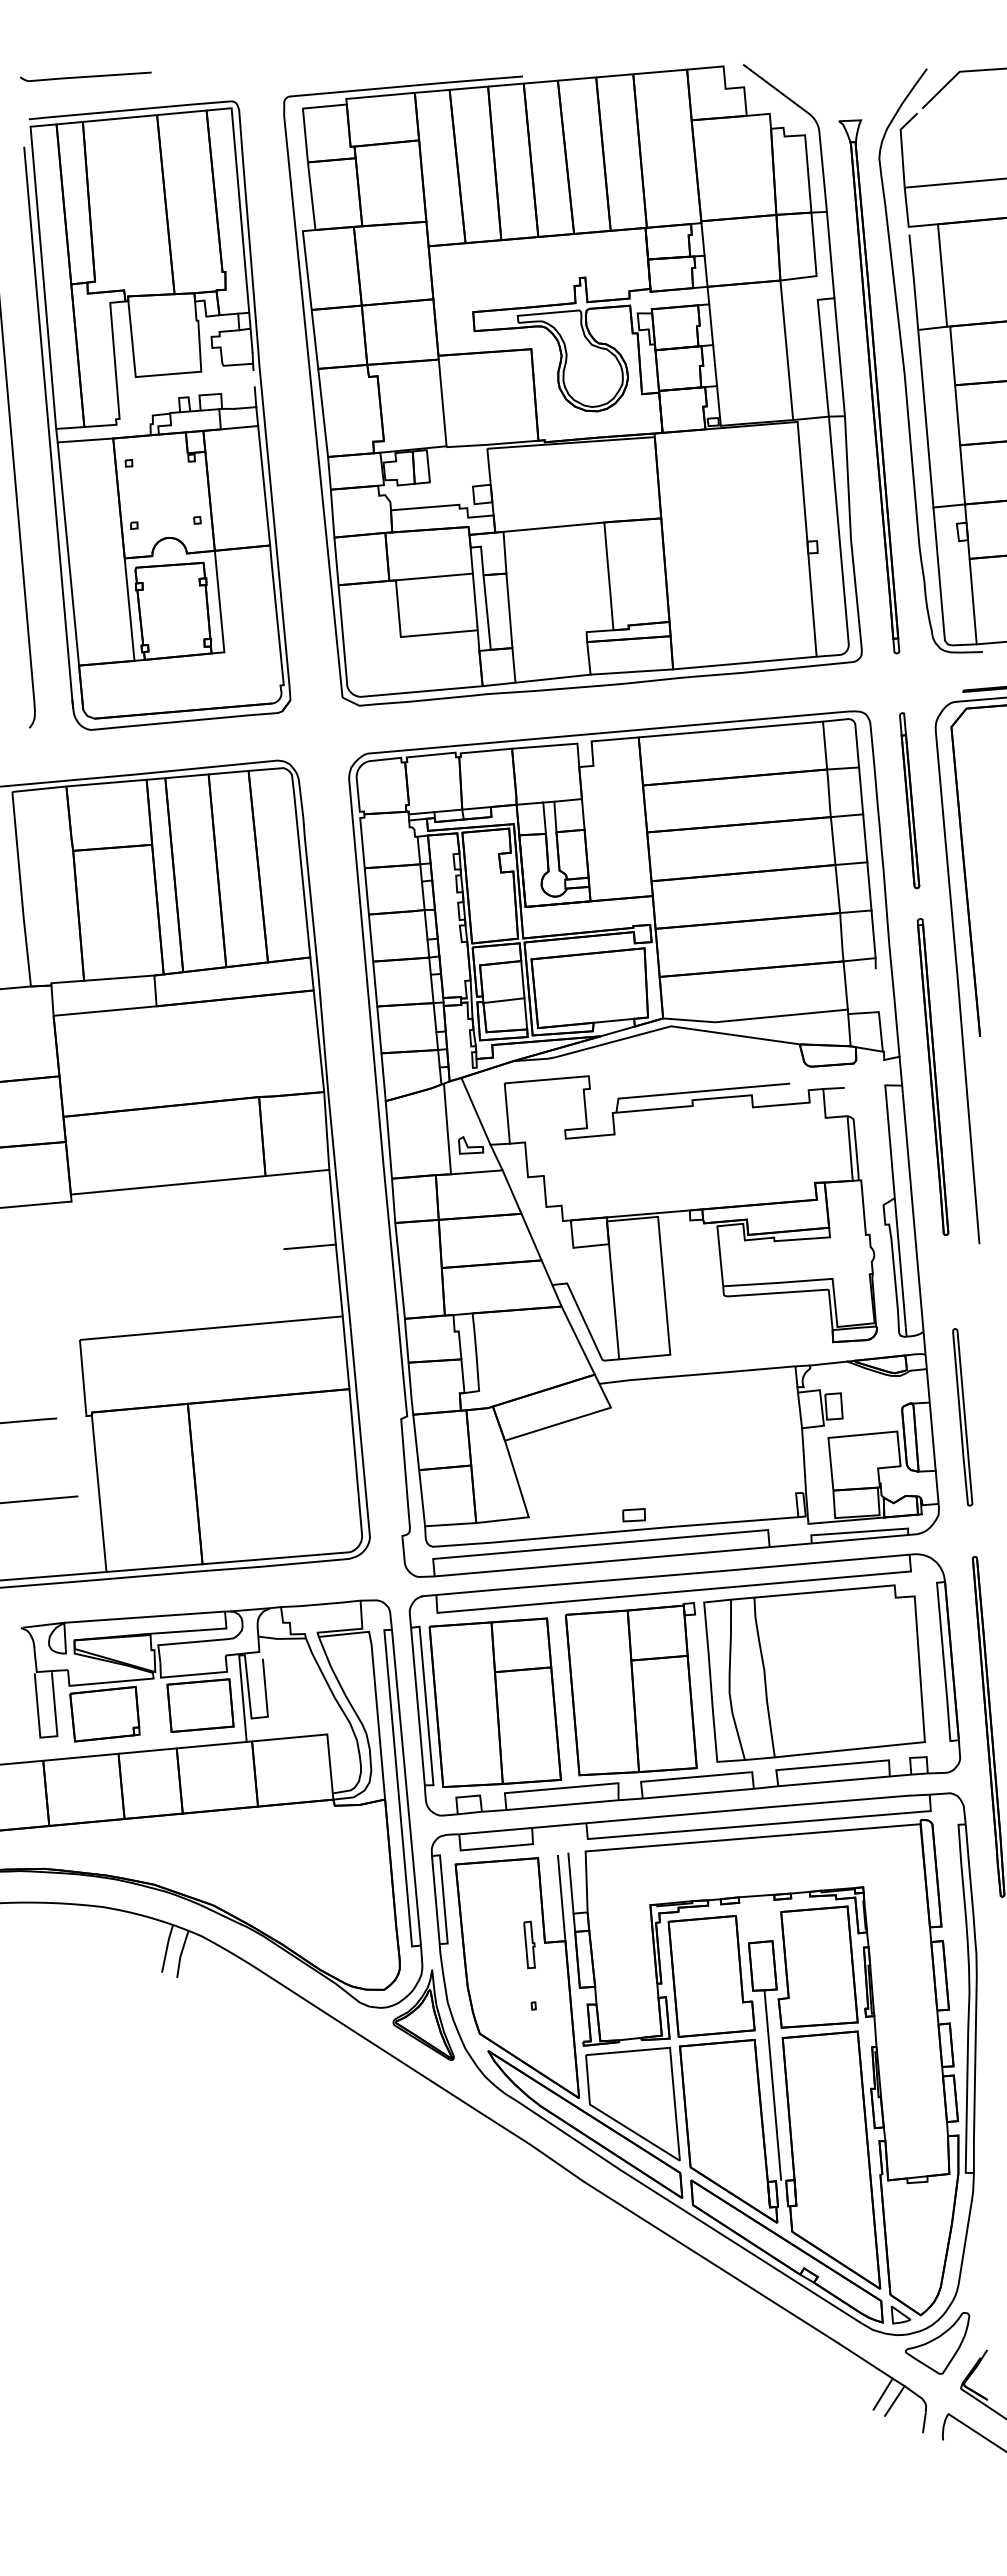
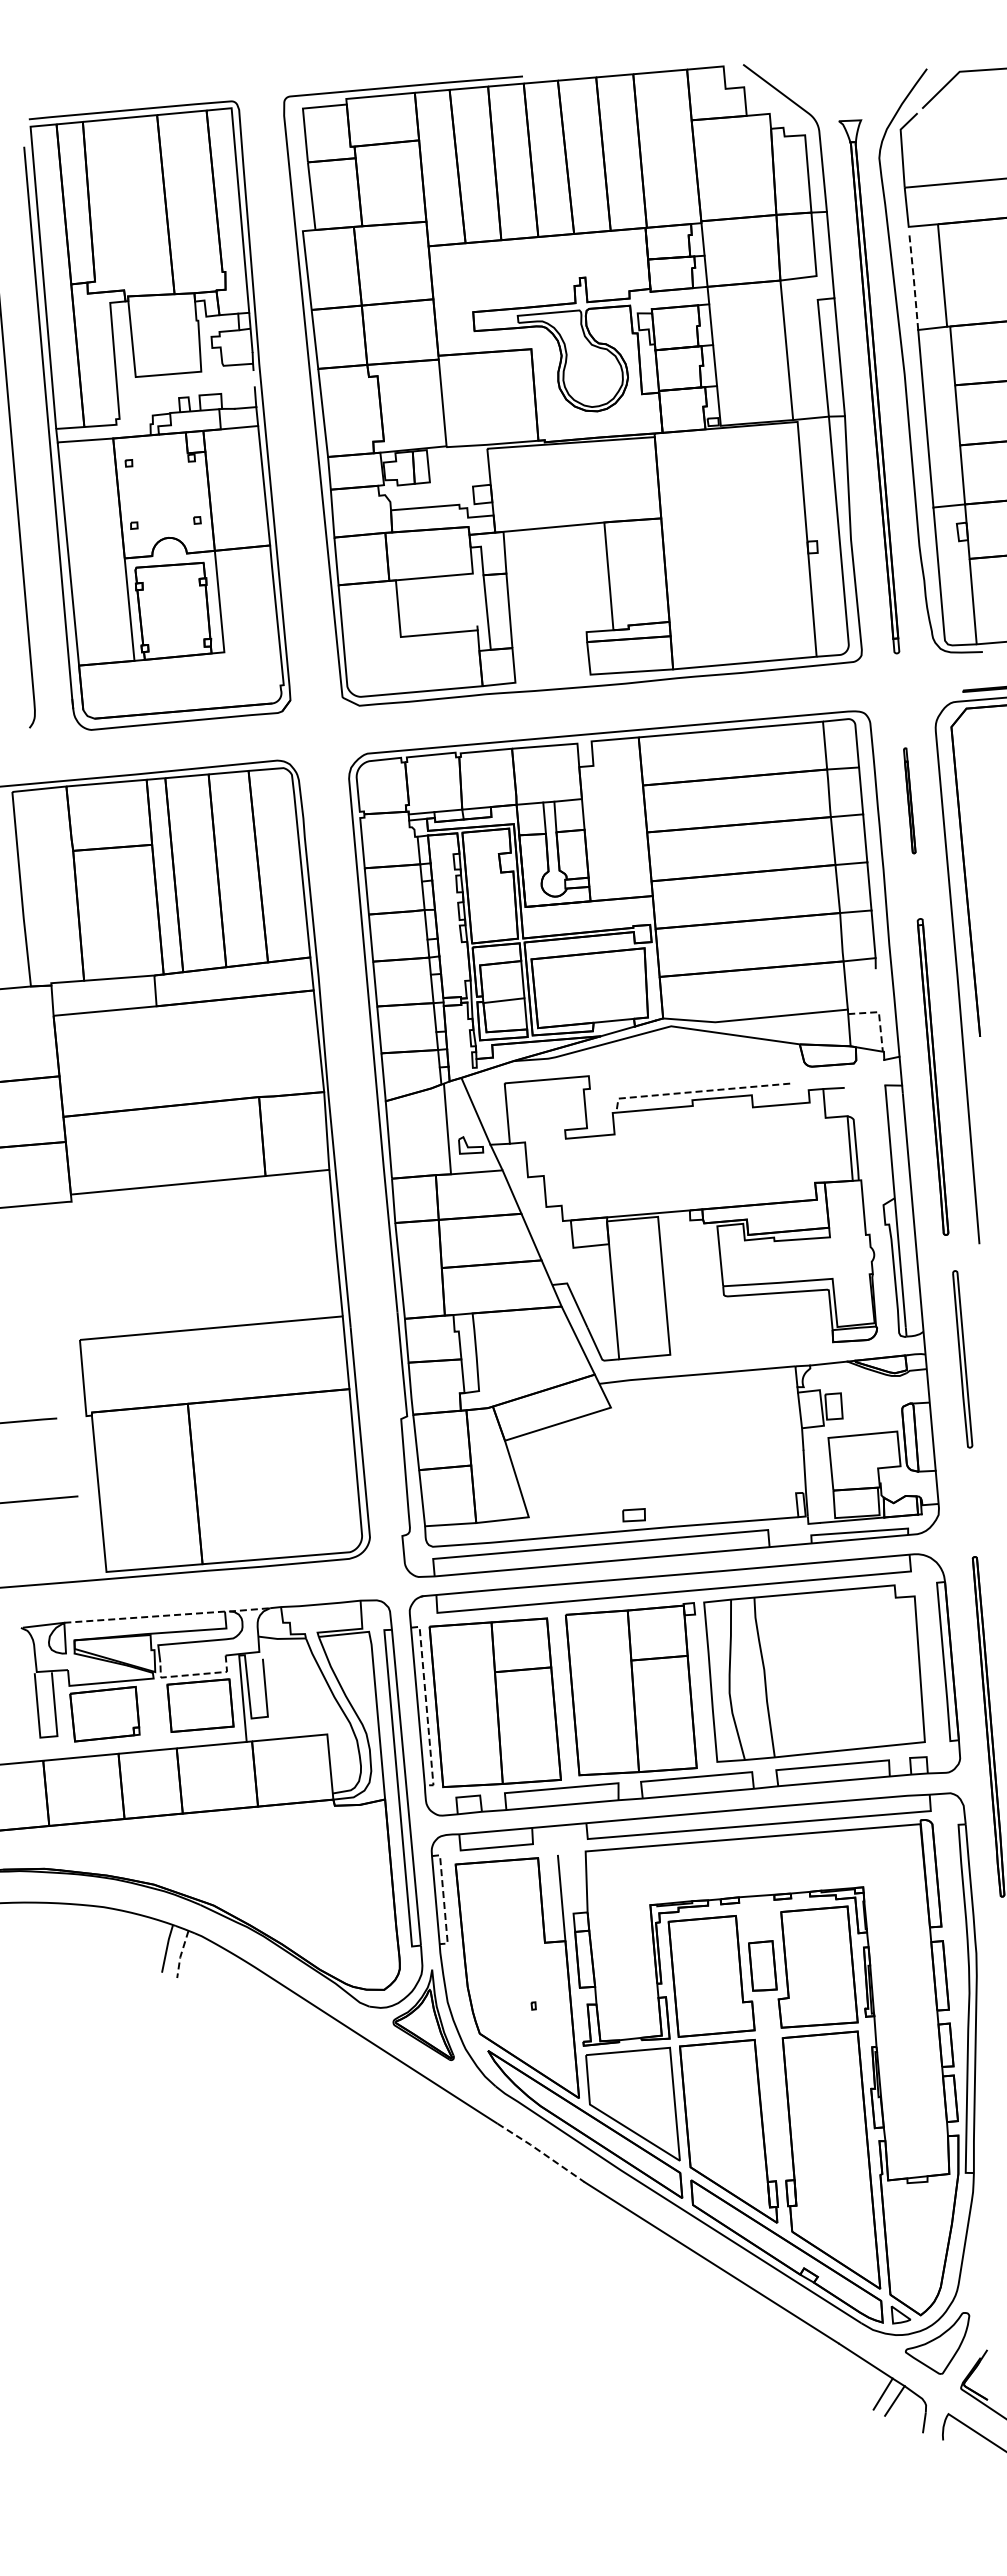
curve at (85, 76): present -> none
line at (914, 281): solid -> dashed
line at (474, 599): present -> none
line at (552, 678): present -> none
part at (909, 800) size: 22x178 px -> 14x108 px
line at (879, 1016): solid -> dashed
line at (695, 1091): solid -> dashed
line at (309, 1246): present -> none
part at (962, 1417) position: (962, 1417) -> (962, 1359)
line at (54, 1575): present -> none
line at (168, 1615): solid -> dashed
line at (194, 1674): solid -> dashed
line at (426, 1706): solid -> dashed
line at (570, 1883): present -> none
line at (443, 1899): solid -> dashed
part at (529, 1944): present -> none
line at (181, 1954): solid -> dashed
line at (772, 2084): present -> none
line at (541, 2152): solid -> dashed
